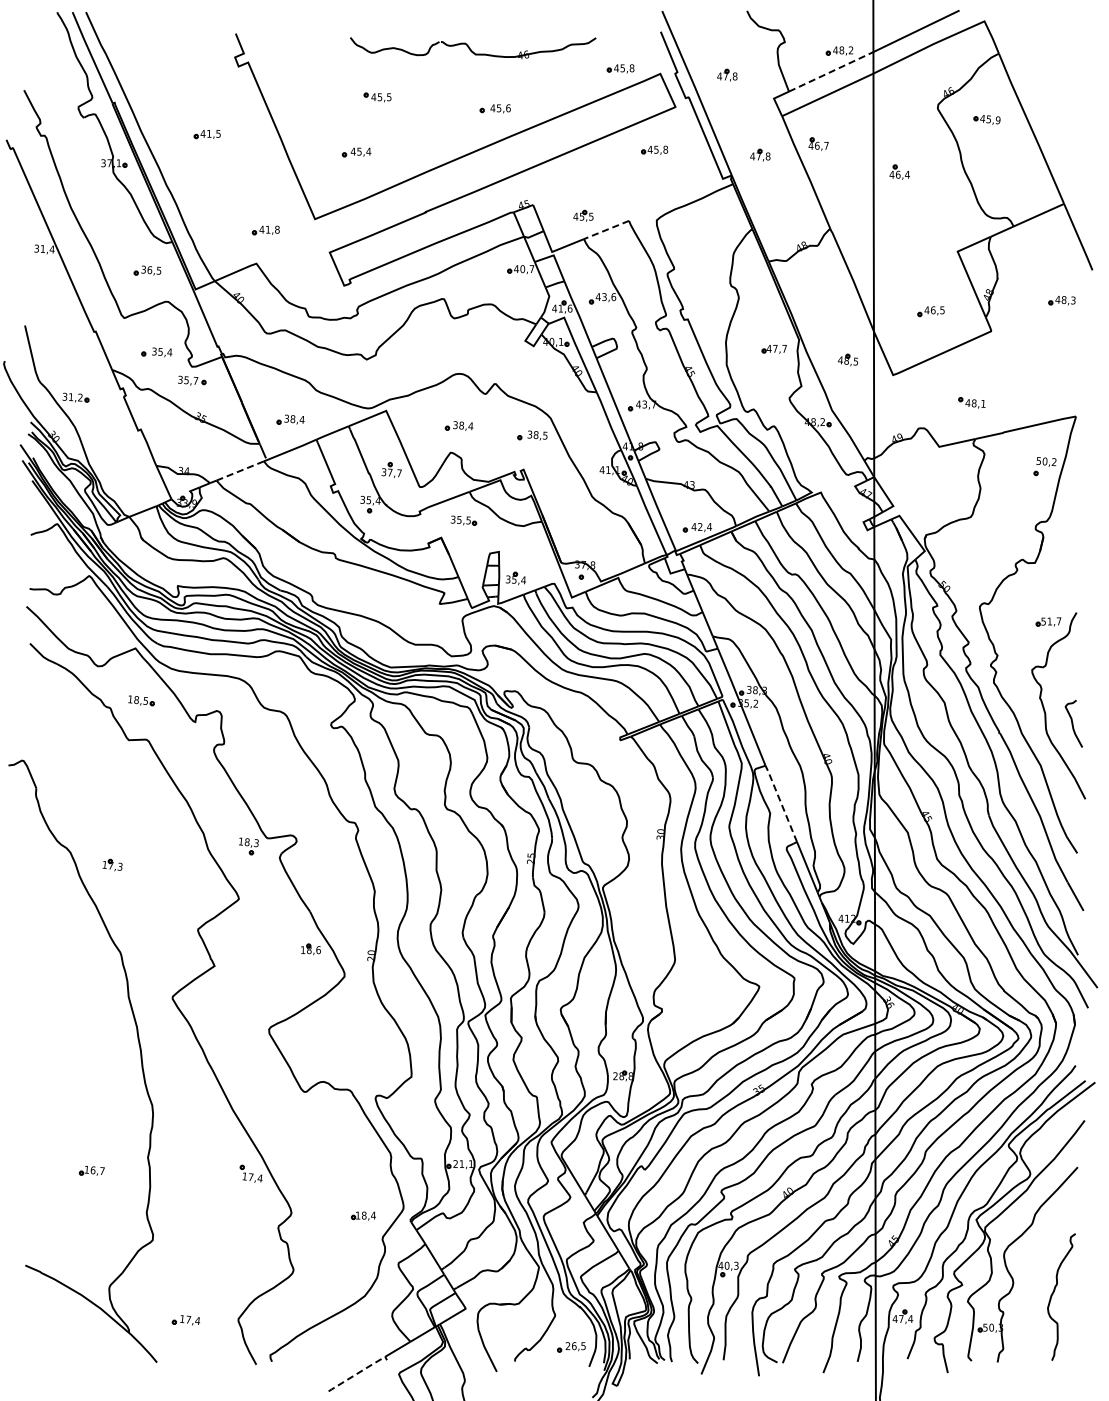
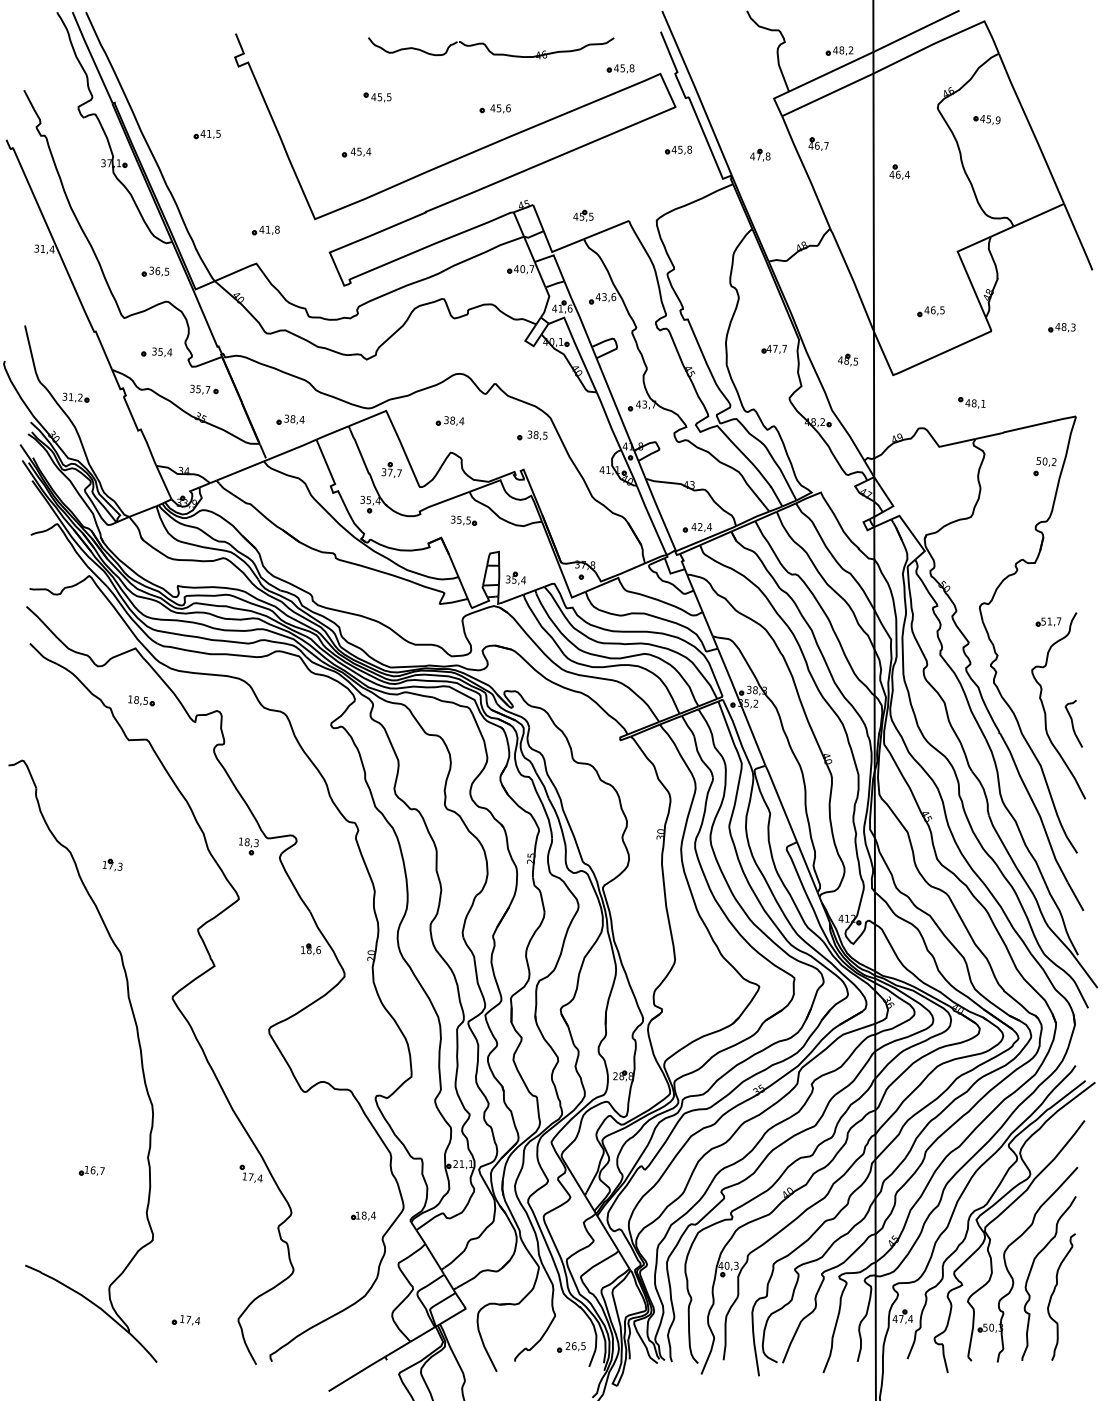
part at (473, 48) position: (473, 48) -> (491, 48)
line at (831, 71): dashed -> solid
part at (727, 74): present -> none
part at (654, 149) position: (654, 149) -> (678, 149)
line at (606, 230): dashed -> solid
part at (147, 270) position: (147, 270) -> (155, 271)
part at (1061, 300) position: (1061, 300) -> (1061, 327)
part at (192, 380) position: (192, 380) -> (204, 389)
part at (458, 425) position: (458, 425) -> (449, 420)
line at (240, 470): dashed -> solid
line at (781, 803): dashed -> solid
curve at (1031, 1271): none -> present
line at (357, 1373): dashed -> solid
